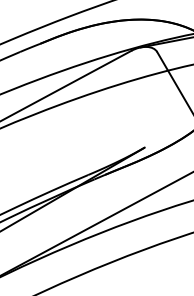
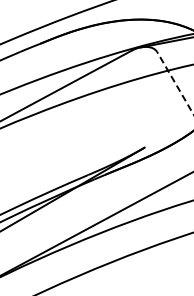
line at (175, 83): solid -> dashed
